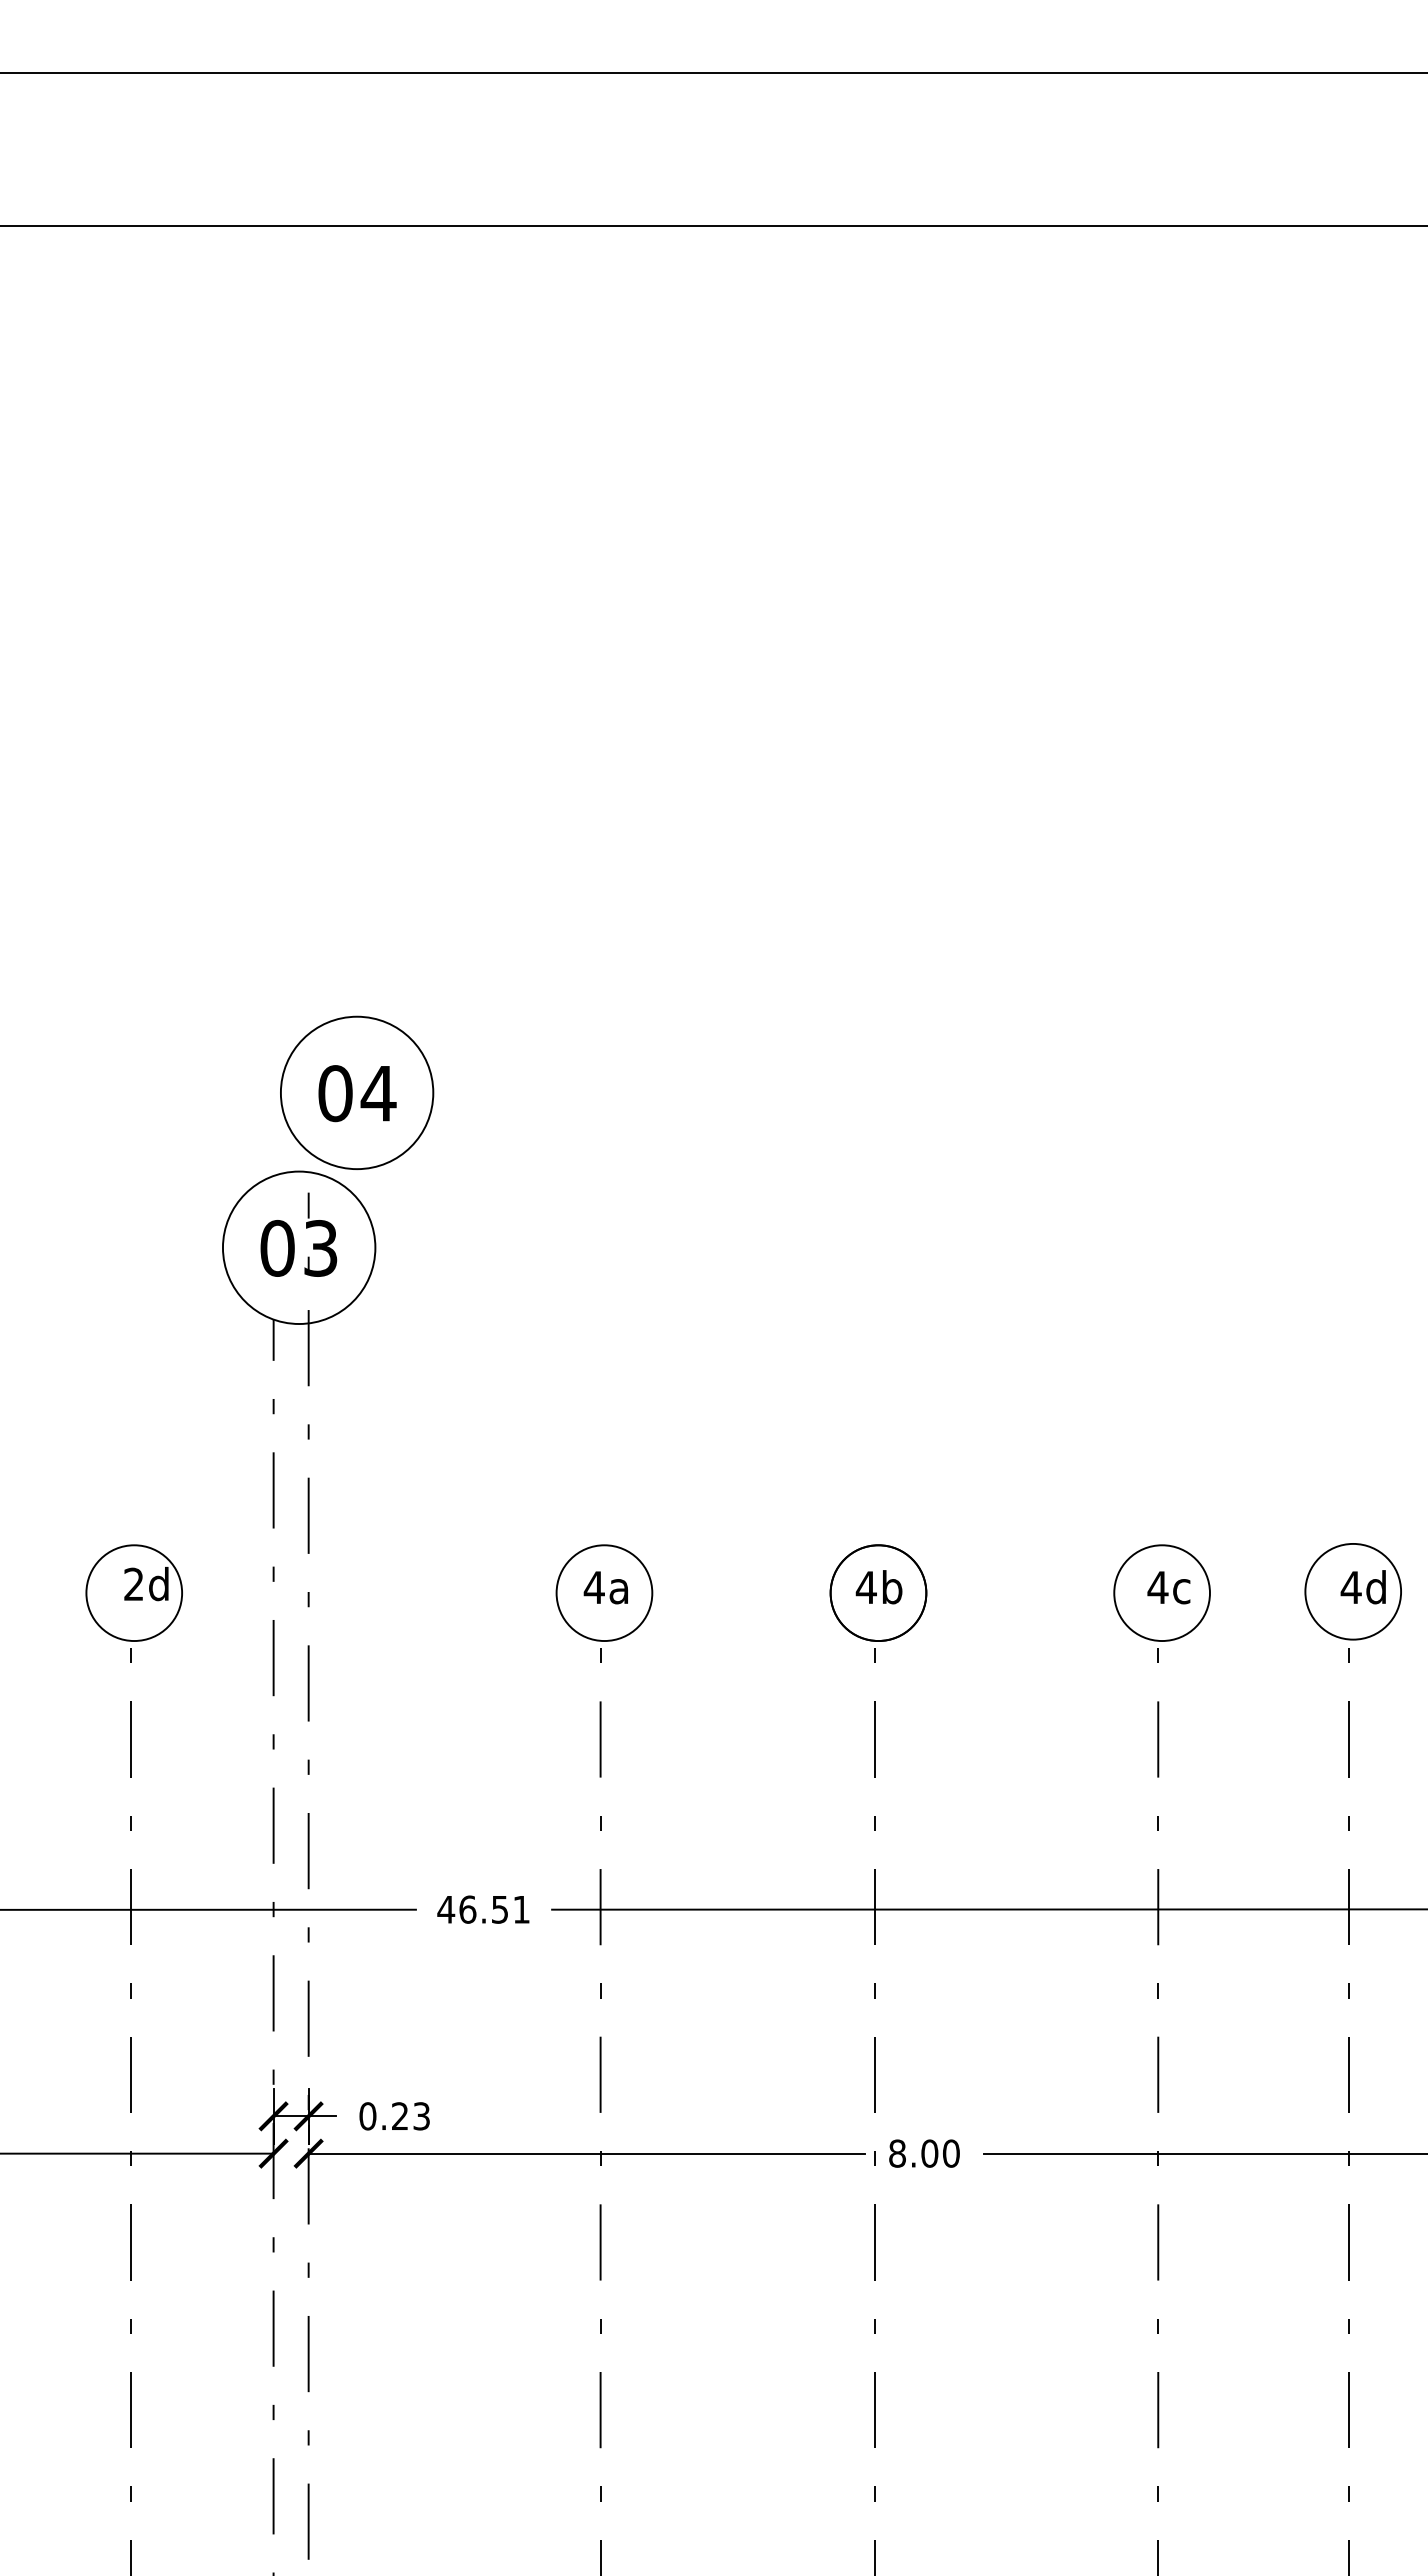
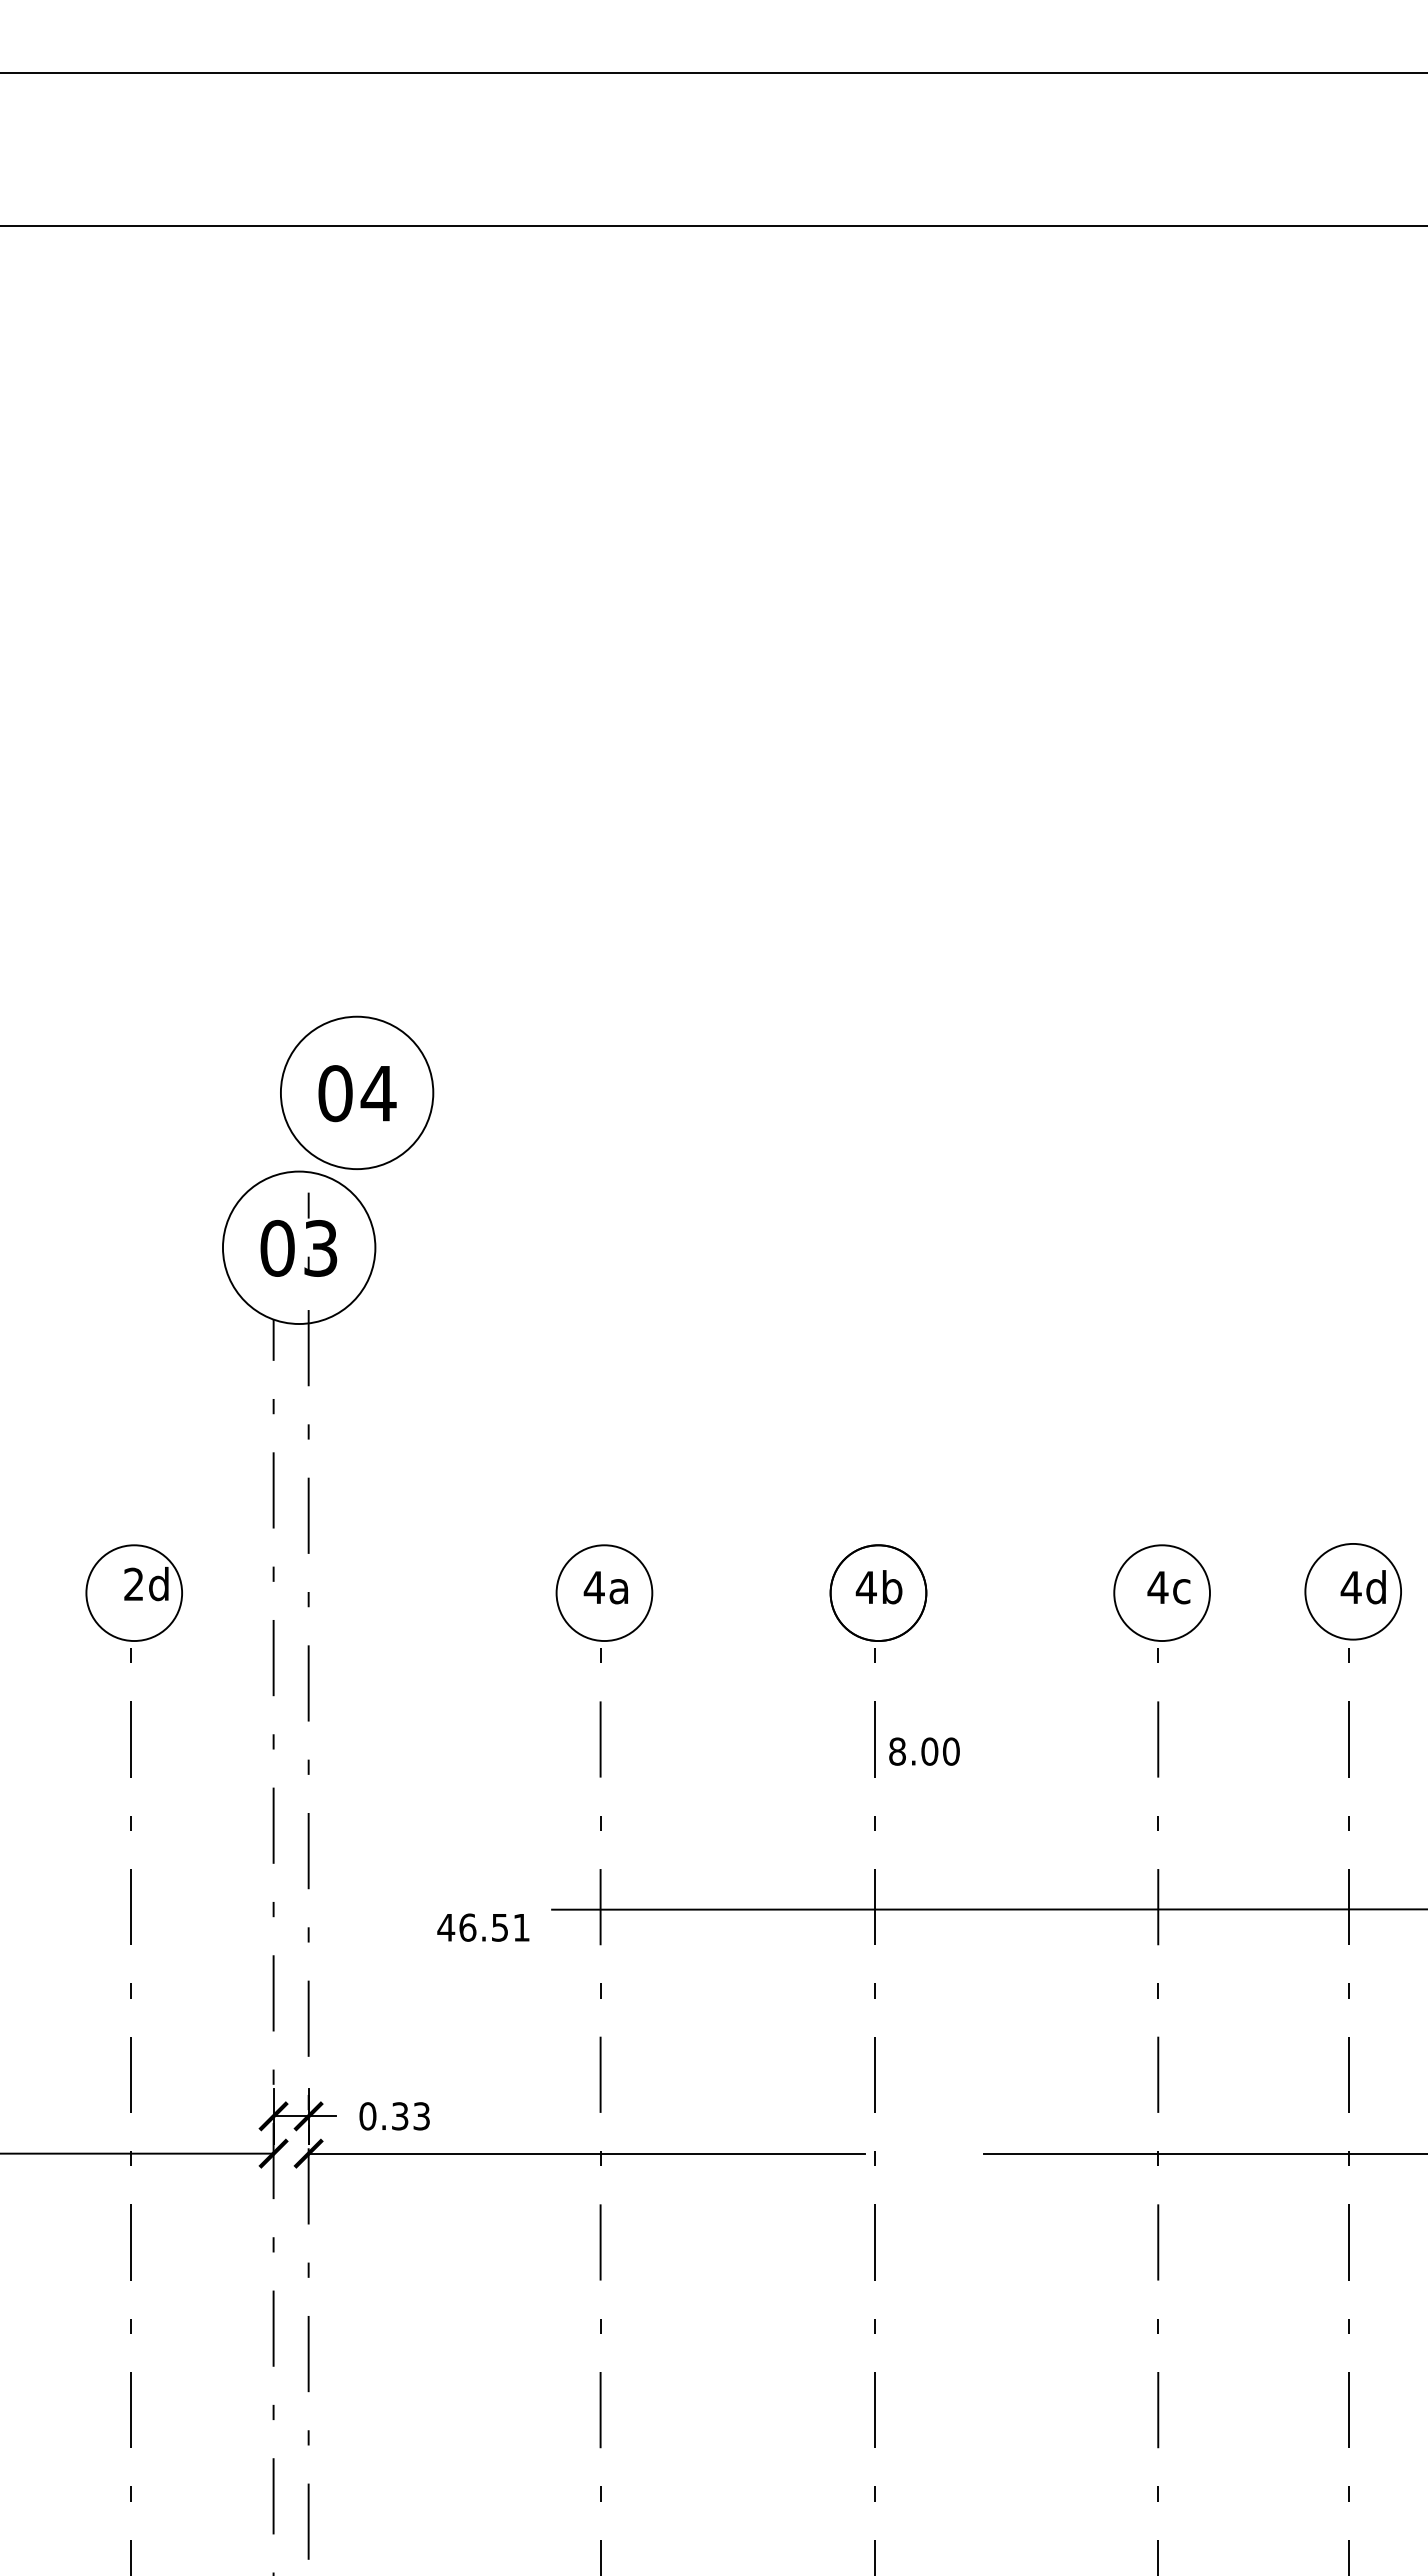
line at (208, 1909): present -> none
text at (483, 1909) position: (483, 1909) -> (483, 1927)
text at (400, 2116): 0.23 -> 0.33
text at (924, 2153) position: (924, 2153) -> (924, 1751)
